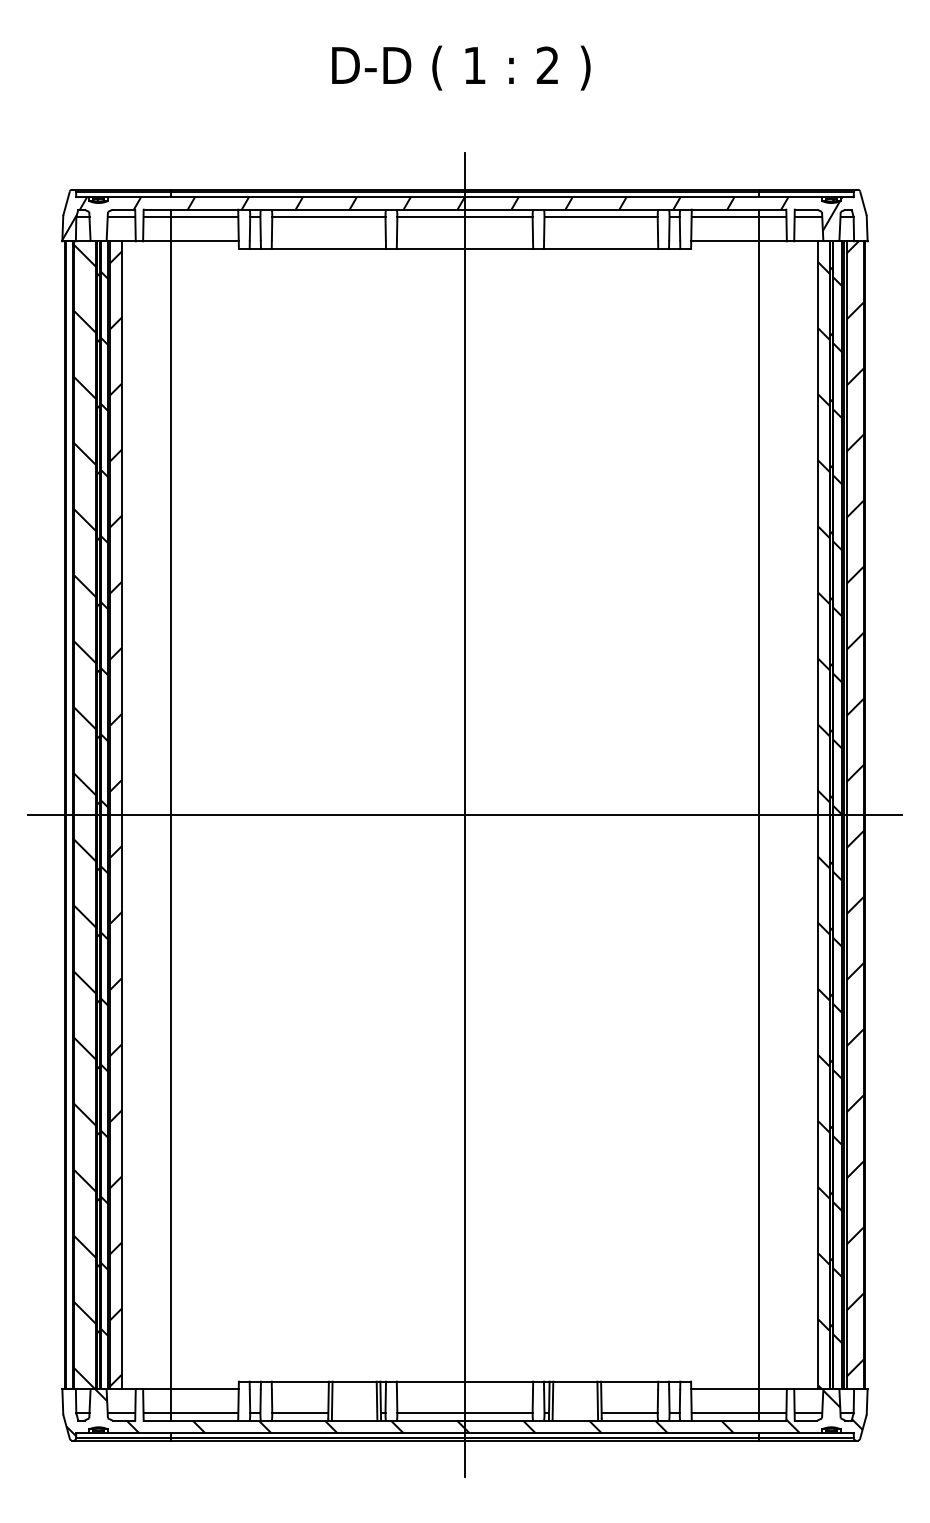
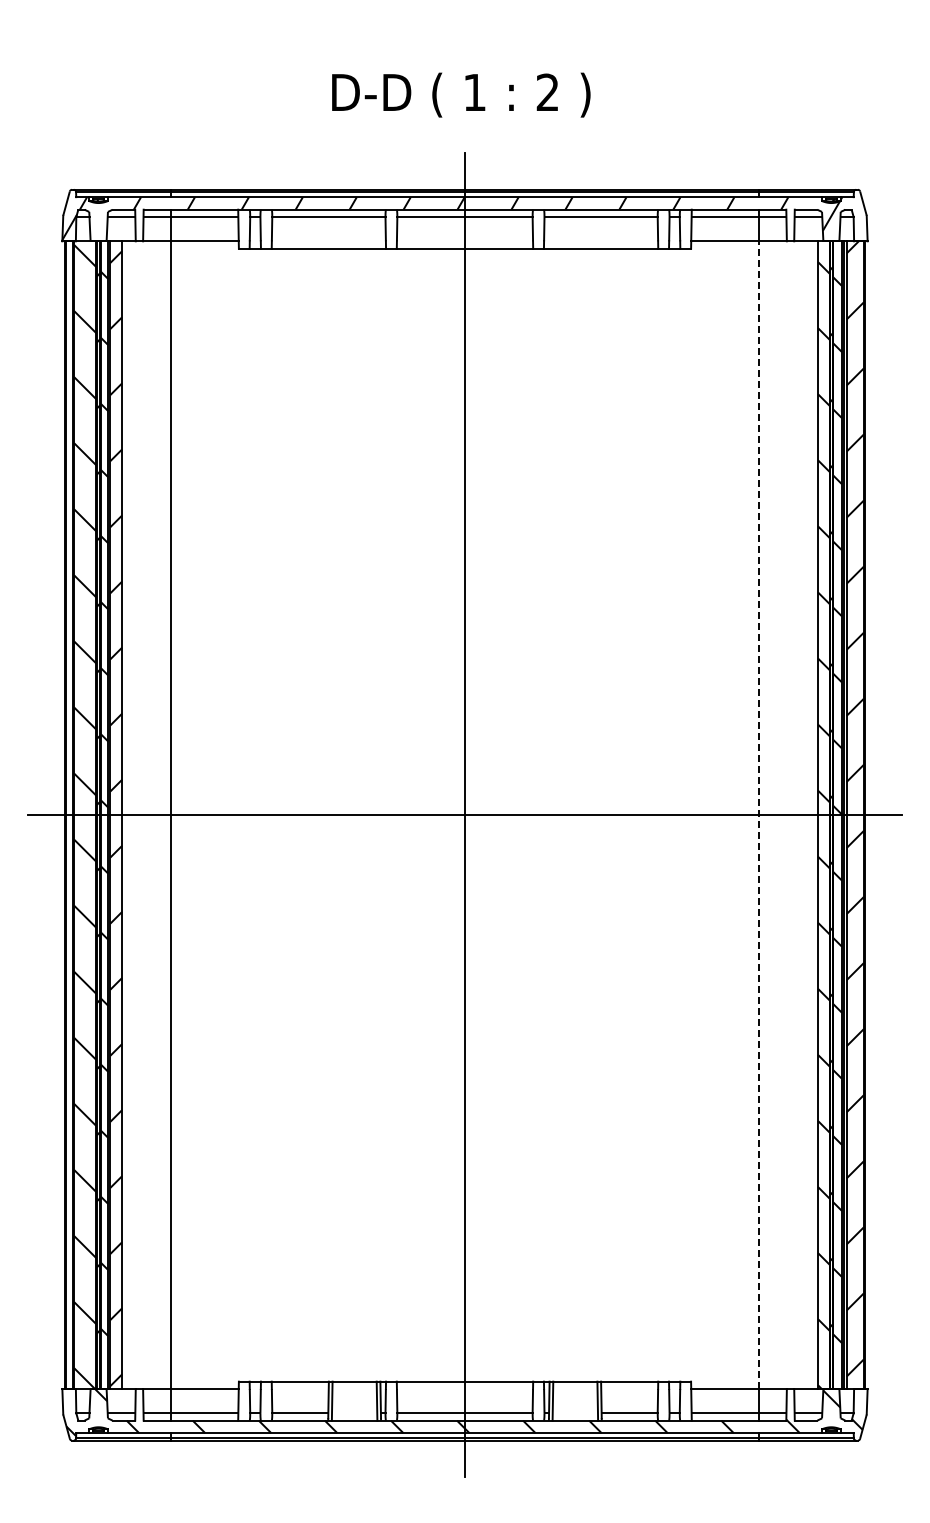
text at (461, 67) position: (461, 67) -> (461, 94)
line at (759, 815): solid -> dashed
